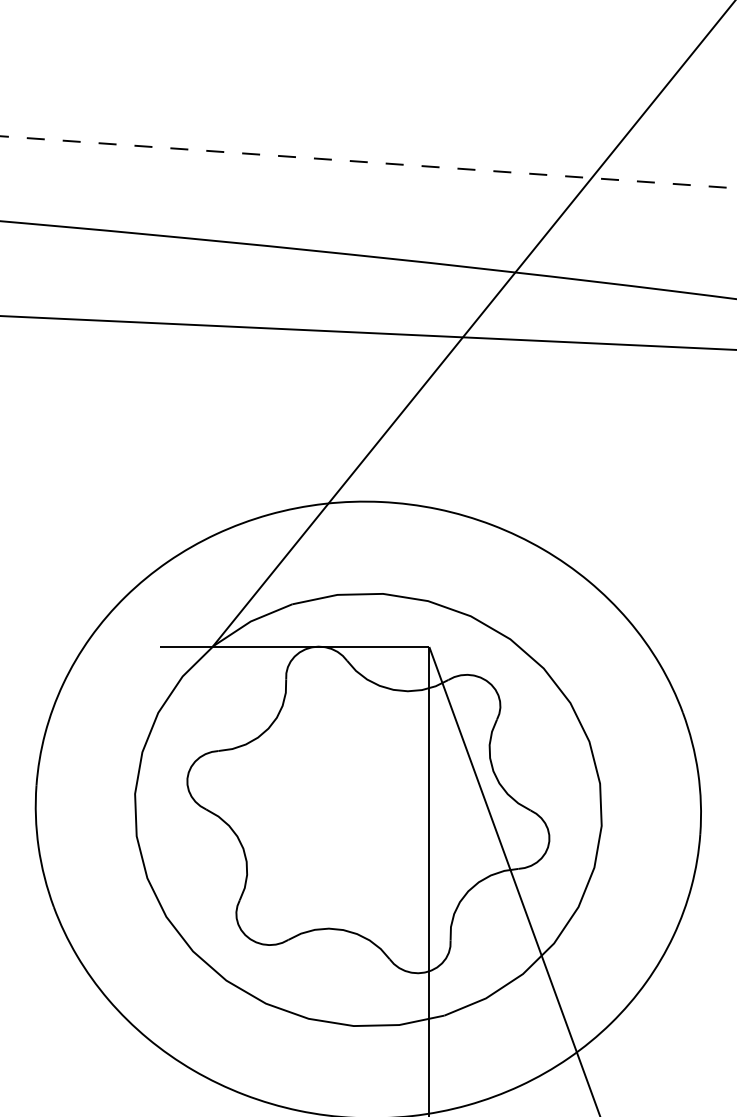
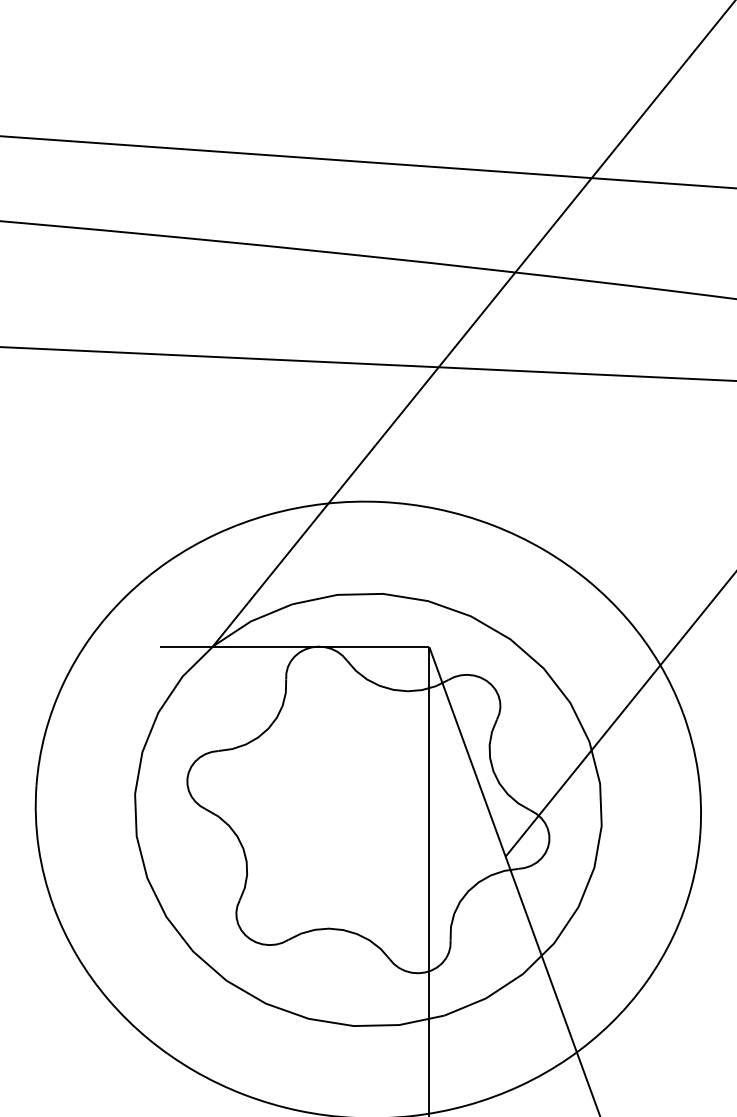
line at (368, 162): dashed -> solid
line at (367, 332) position: (367, 332) -> (367, 363)
line at (619, 715): none -> present
